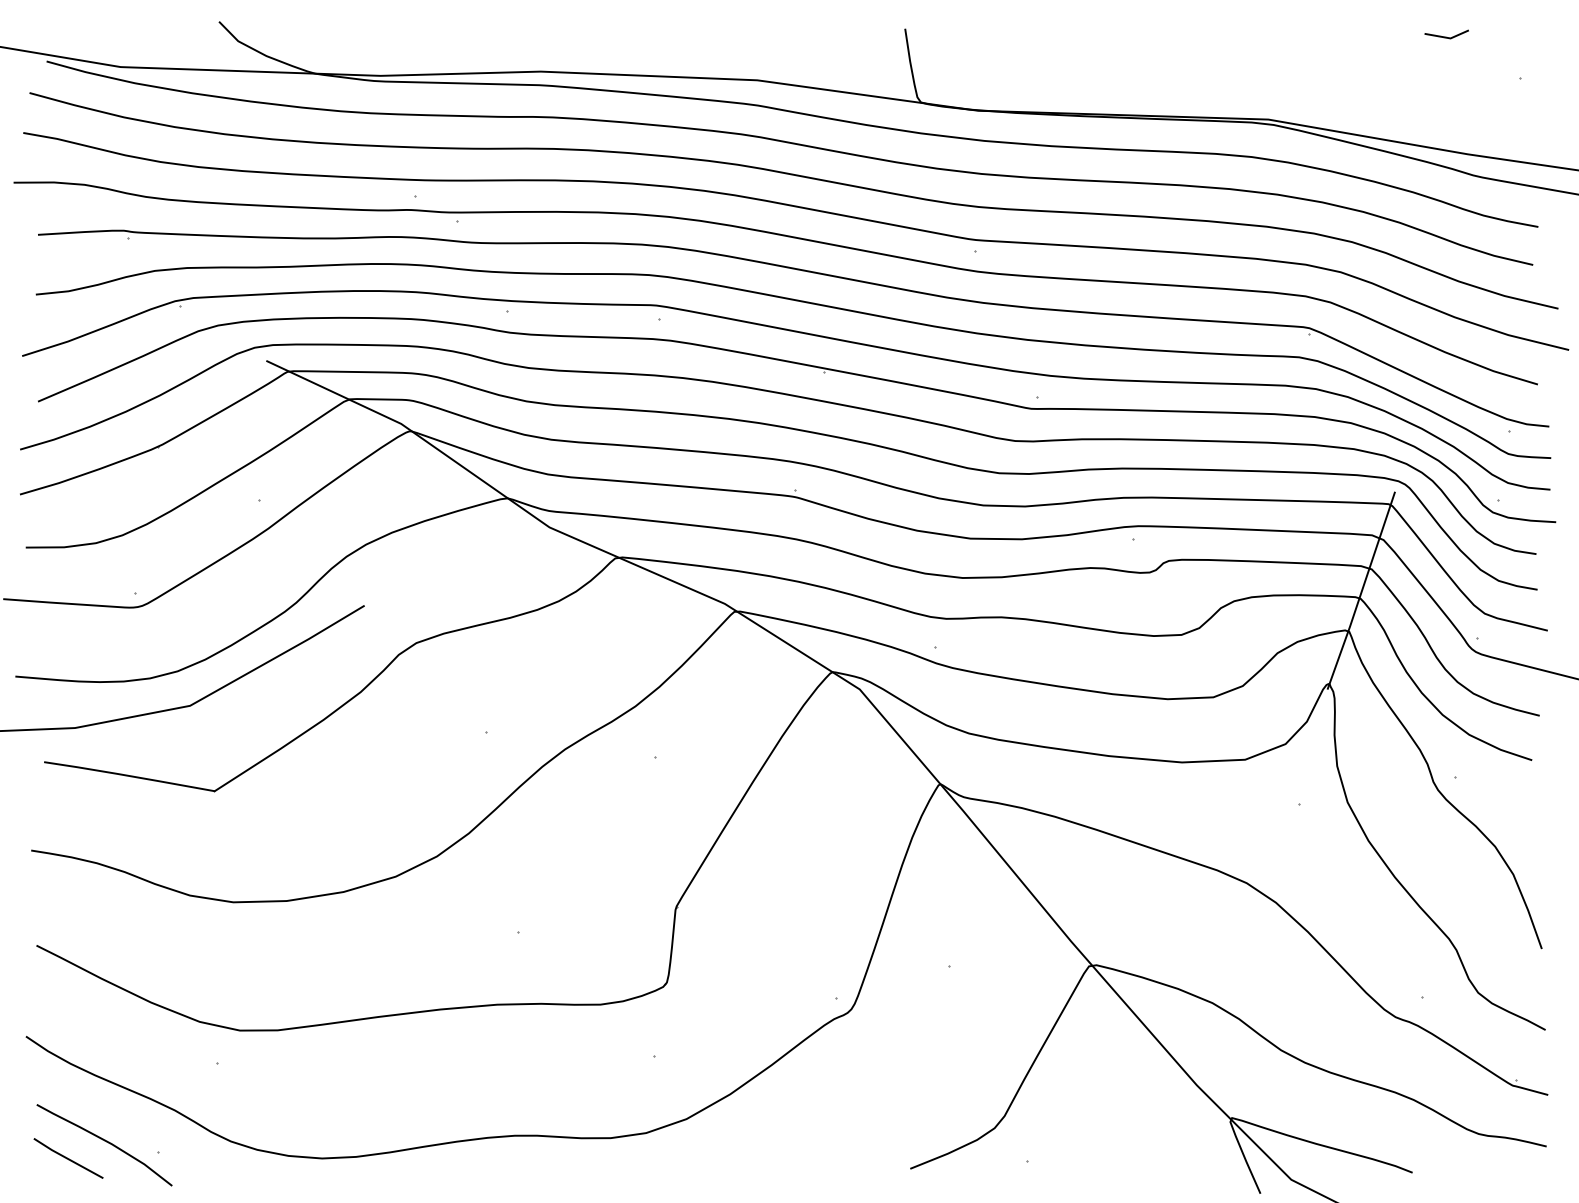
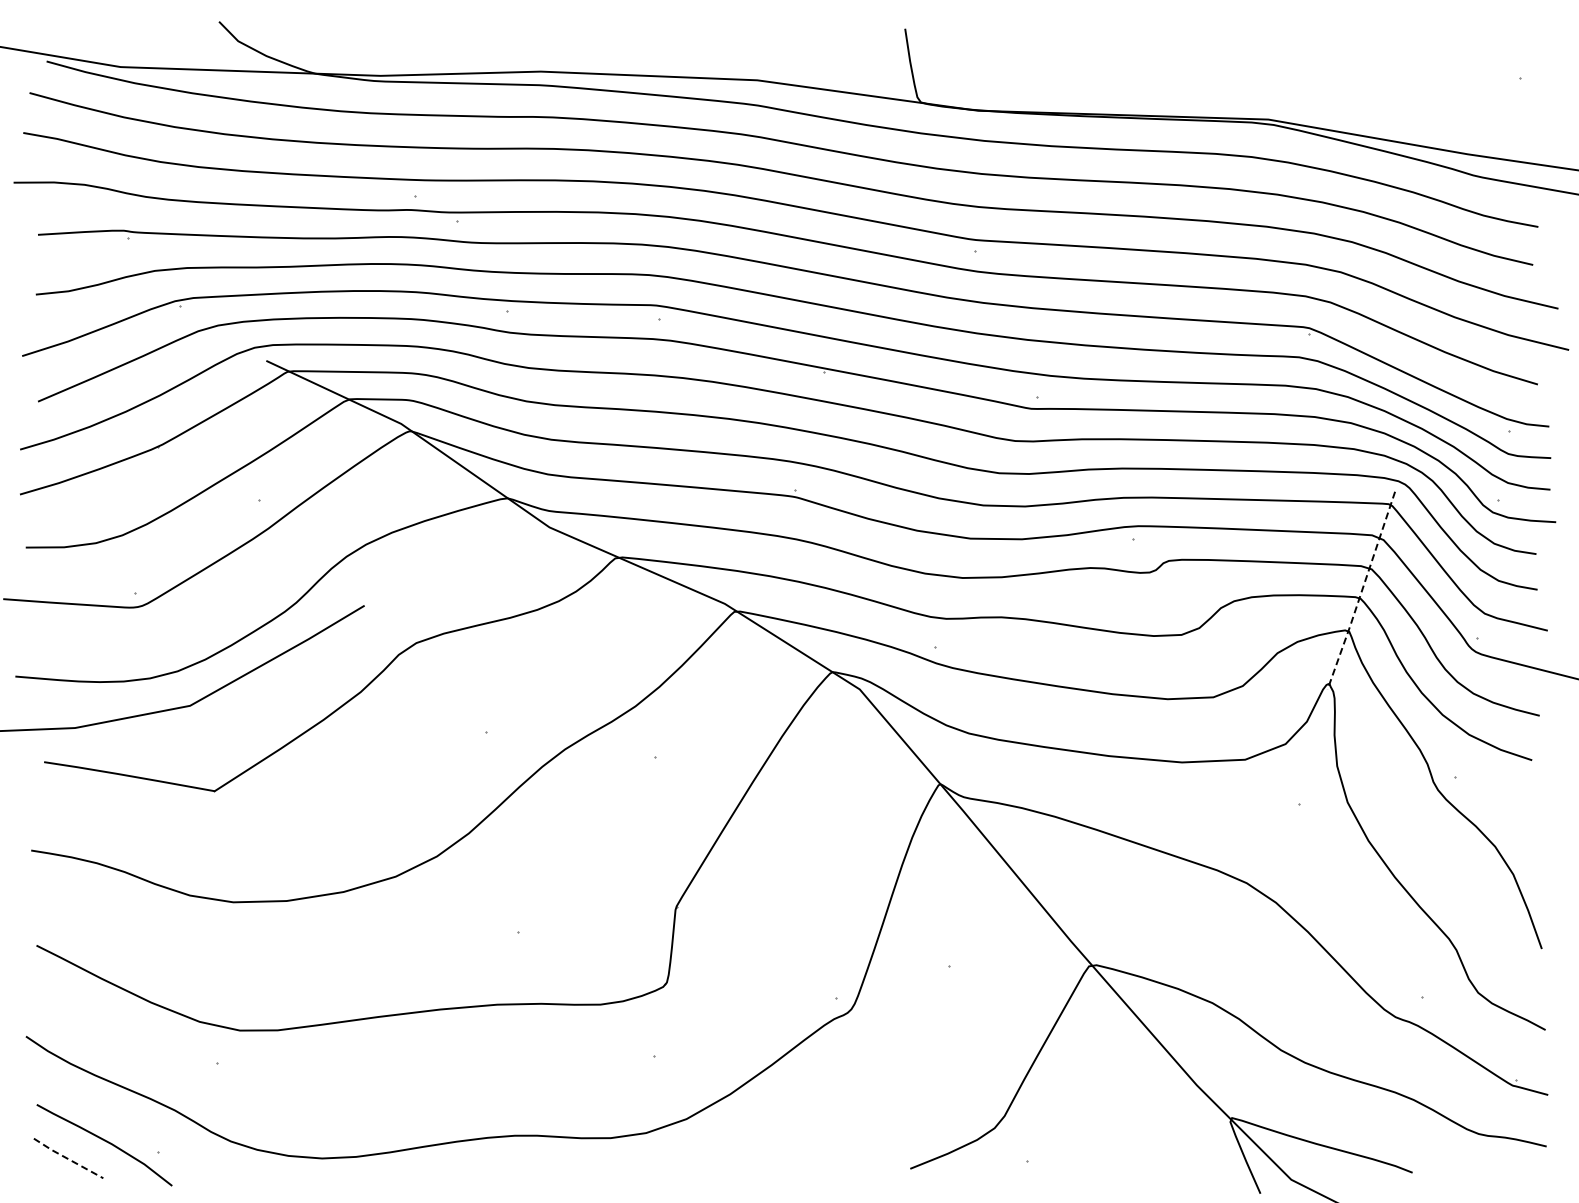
line at (1446, 36): present -> none
line at (1361, 591): solid -> dashed
line at (67, 1158): solid -> dashed
